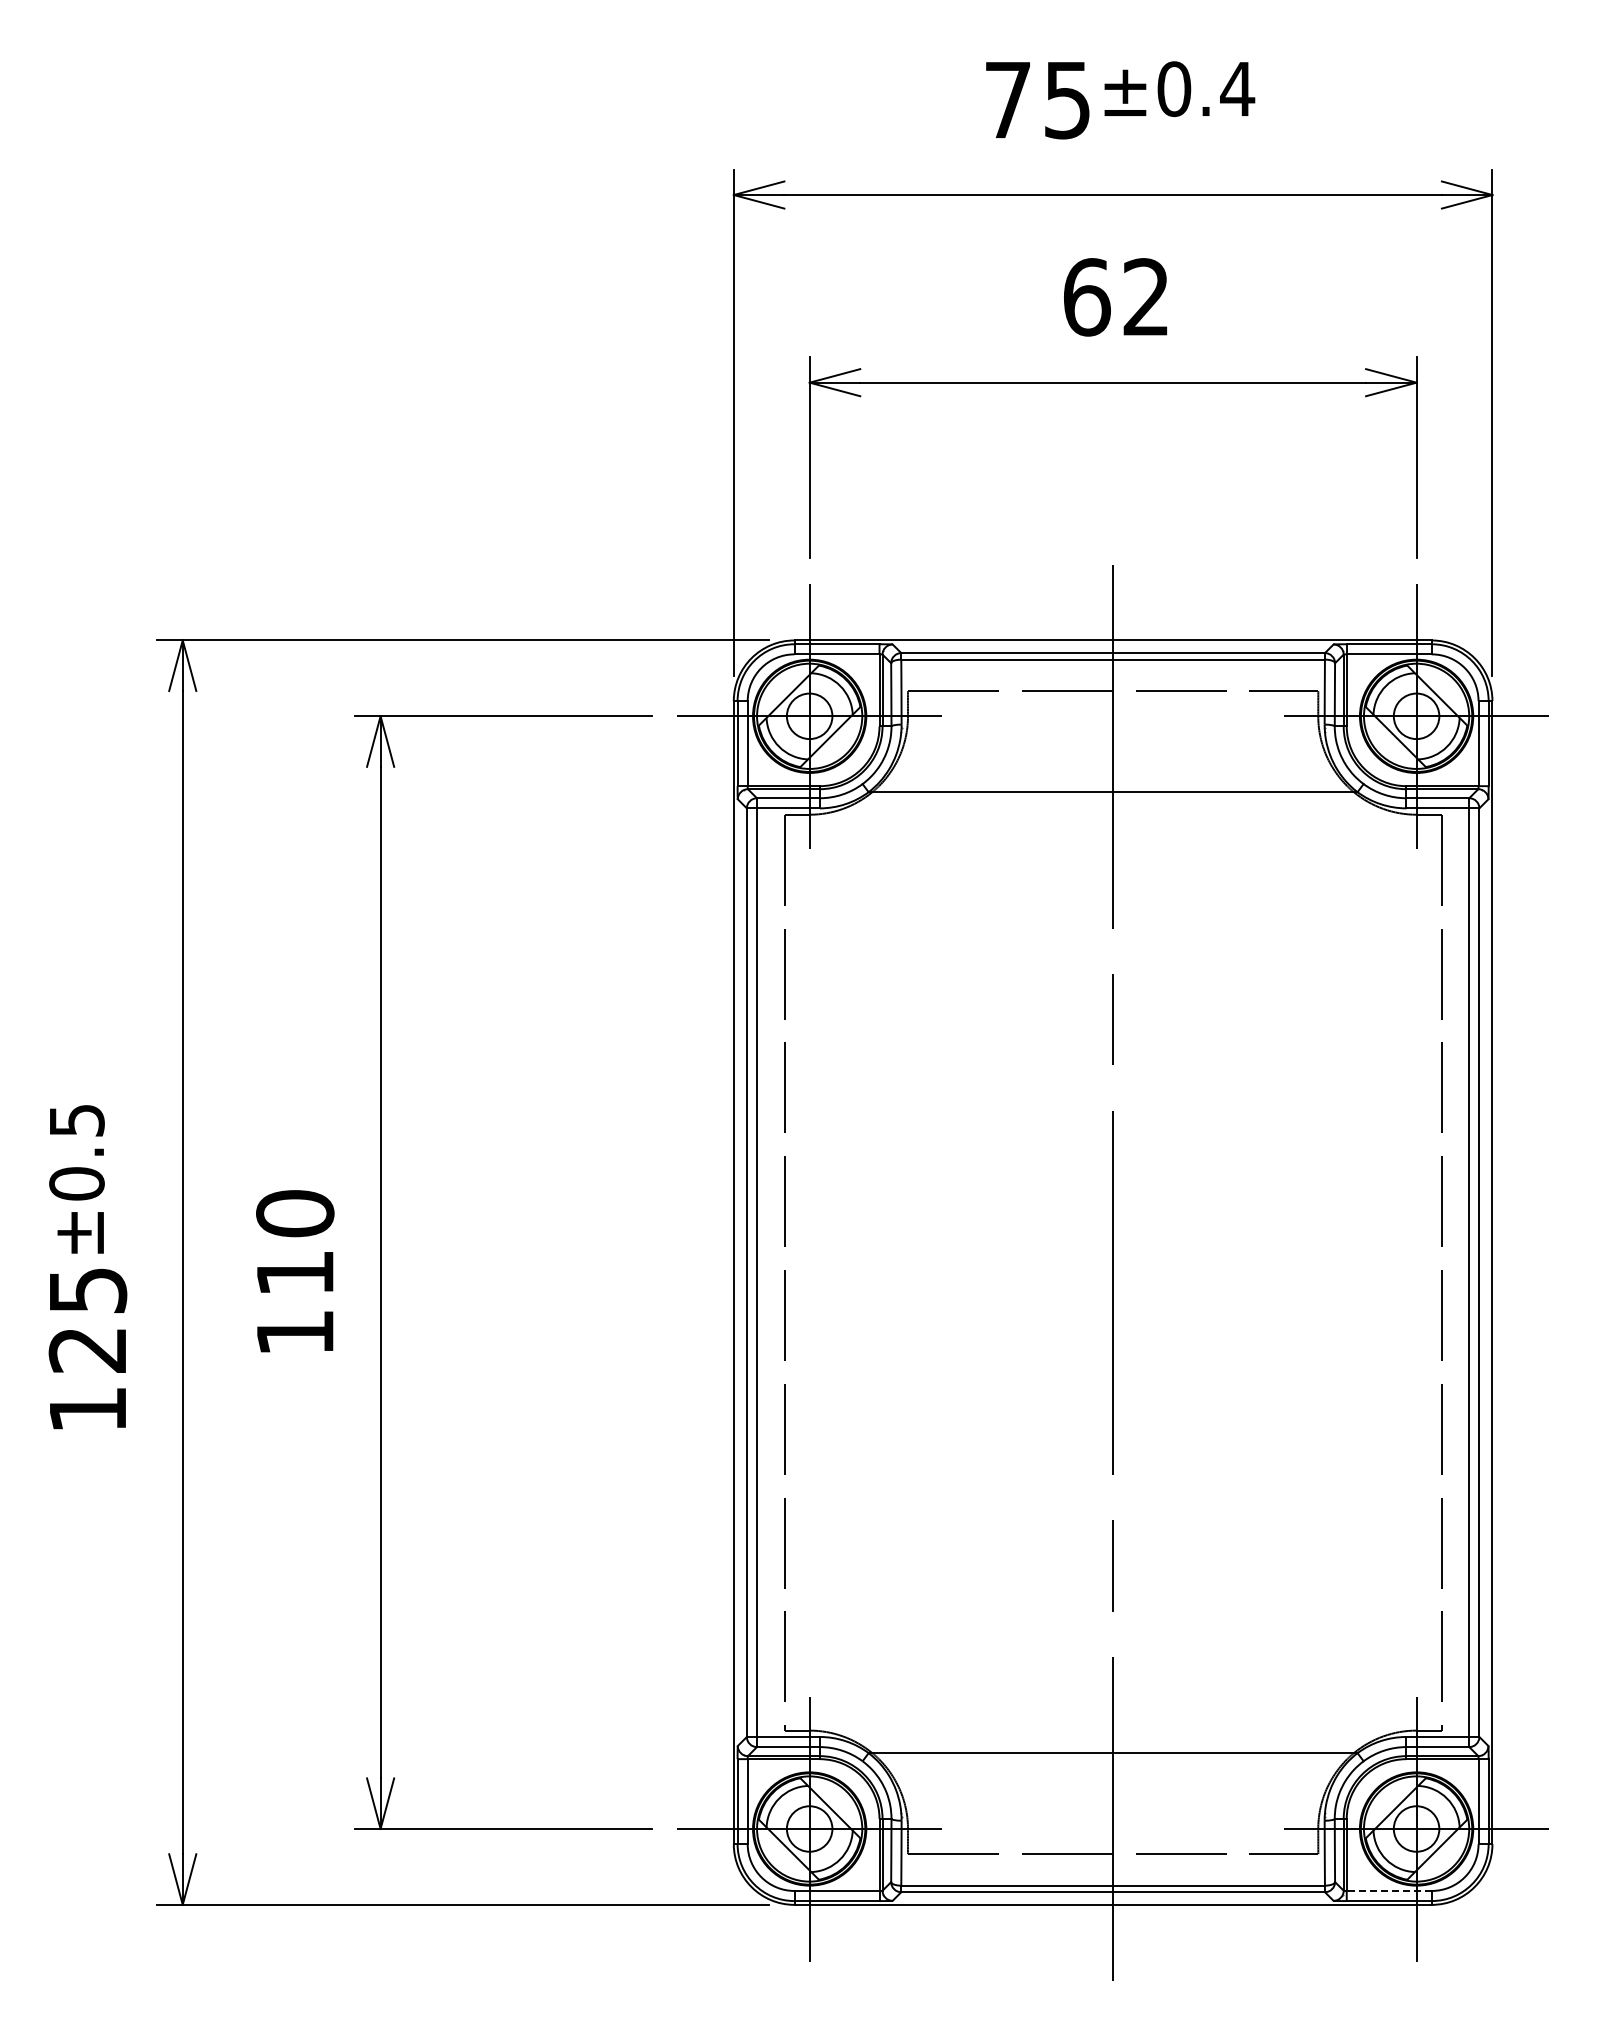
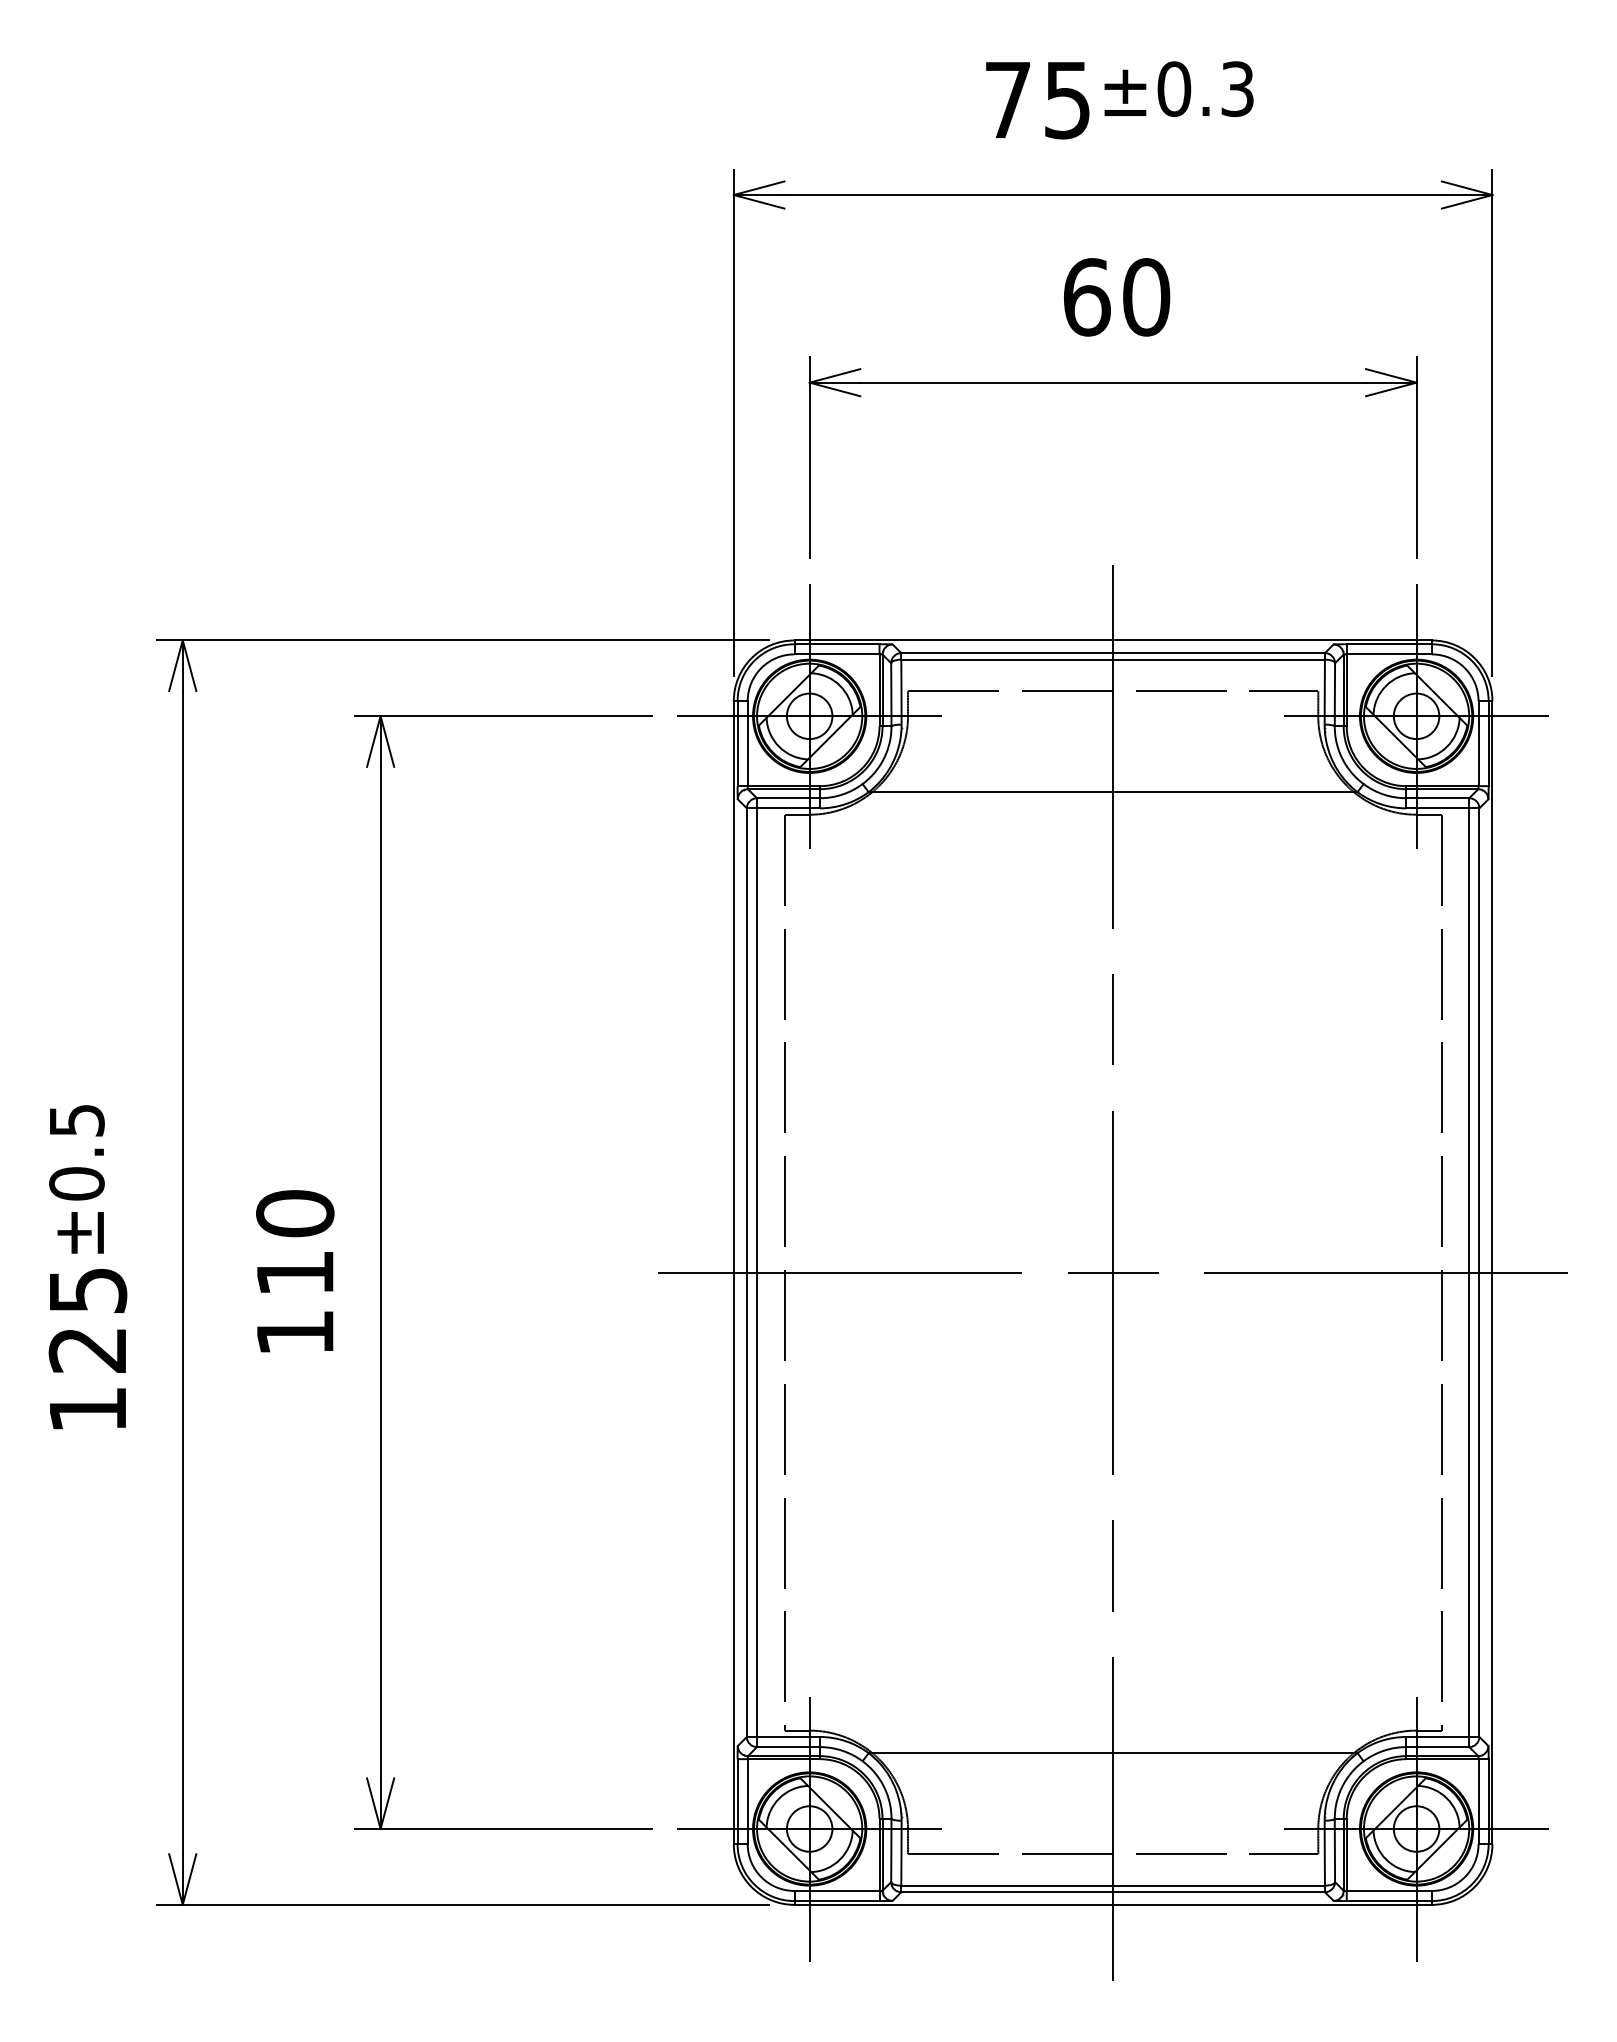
text at (1237, 89): ±0.4 -> ±0.3
text at (1146, 297): 62 -> 60
line at (1112, 1272): none -> present
line at (1389, 1890): dashed -> solid
